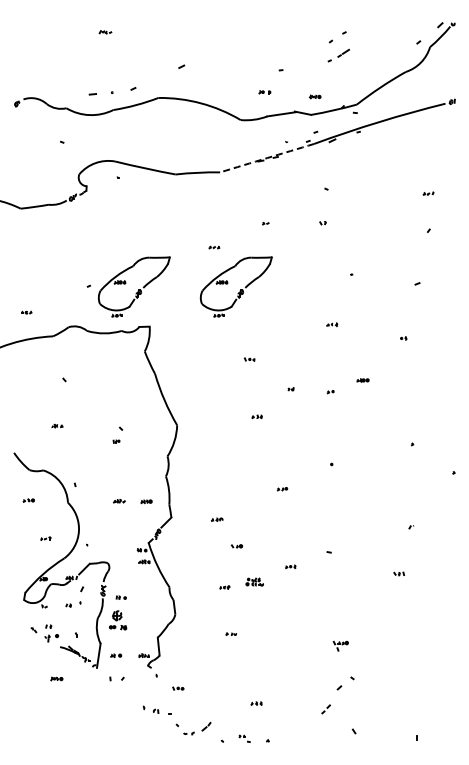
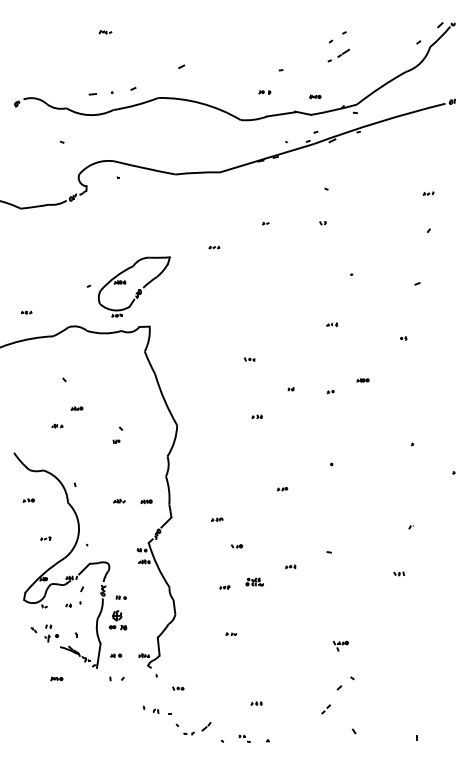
arc at (267, 158): dashed -> solid
part at (235, 286): present -> none
part at (76, 408): none -> present
